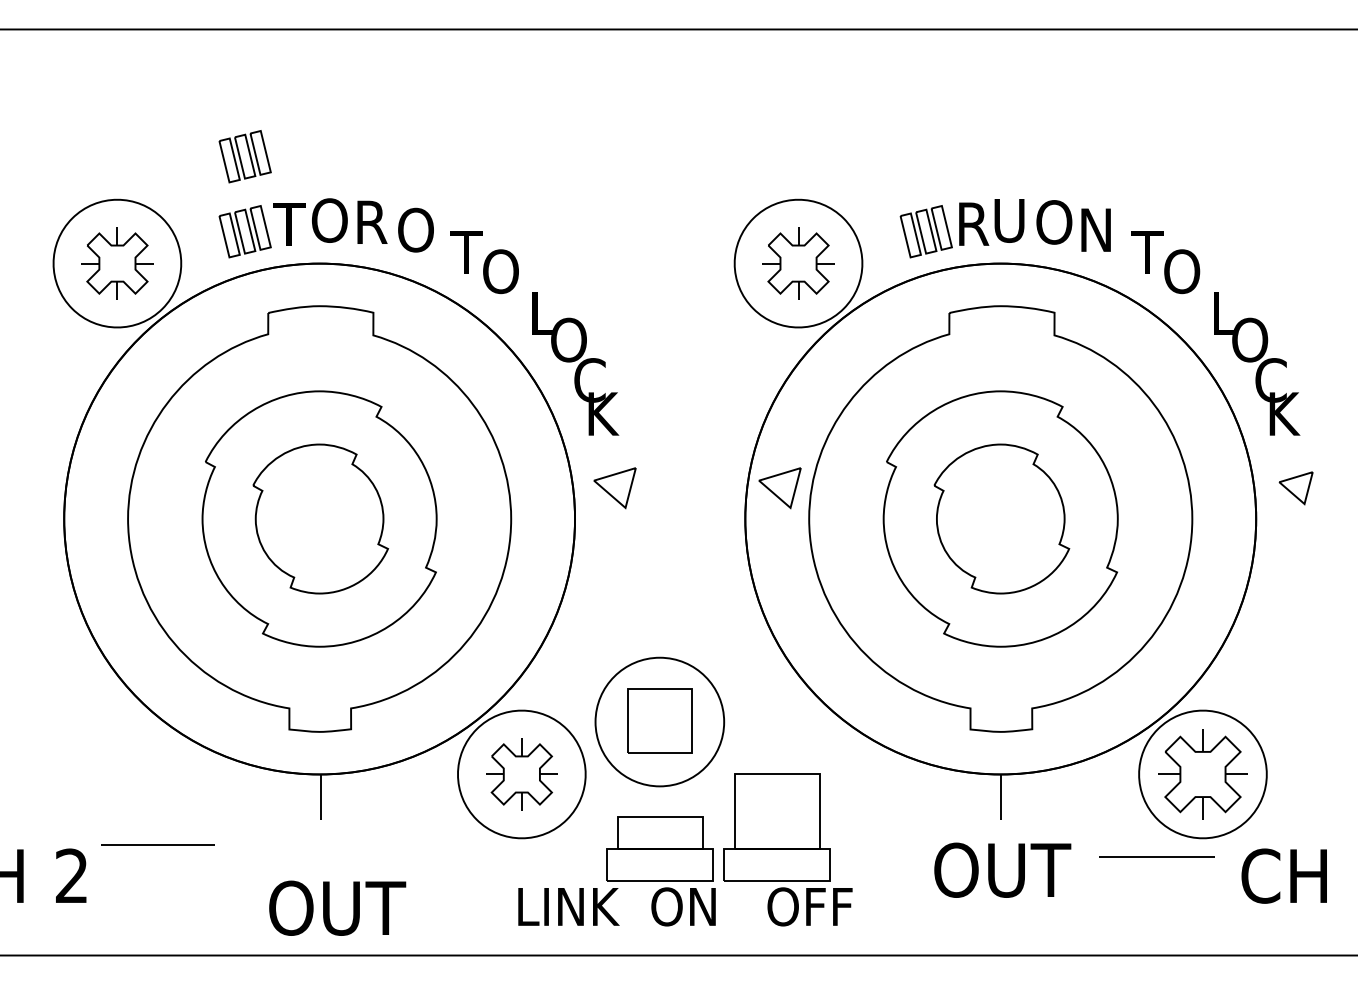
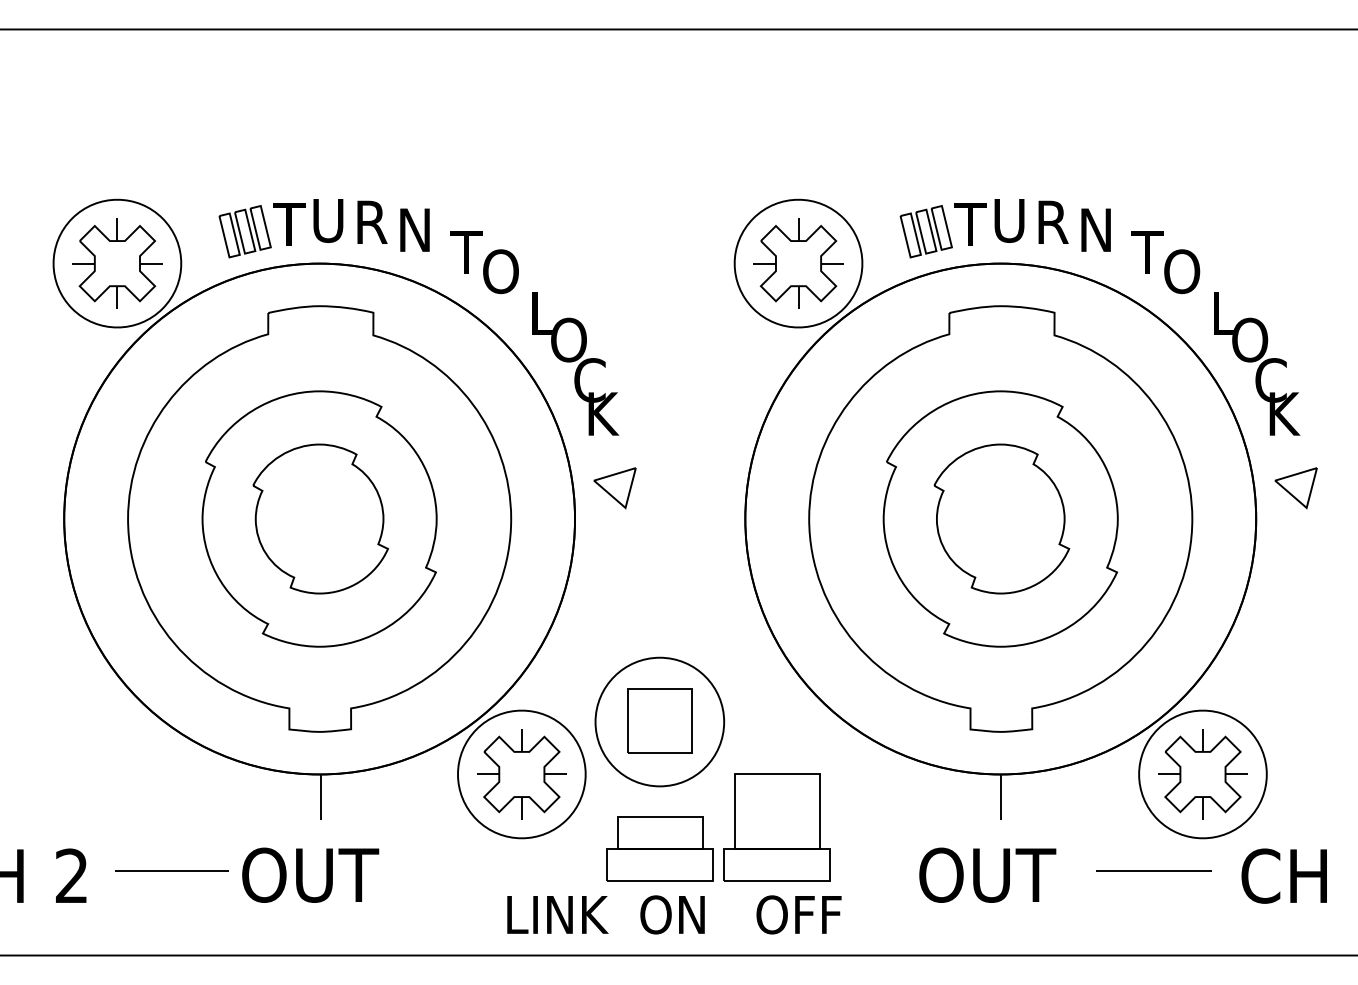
part at (244, 156): present -> none
text at (329, 220): O -> U
text at (1054, 222): O -> R
text at (971, 223): R -> T
text at (415, 229): O -> N
part at (117, 263) size: 73x73 px -> 91x91 px
part at (798, 263) size: 73x73 px -> 91x91 px
part at (779, 488): present -> none
part at (1295, 488) size: 36x35 px -> 44x43 px
part at (521, 774) size: 72x73 px -> 90x91 px
line at (157, 844) position: (157, 844) -> (171, 870)
line at (1156, 856) position: (1156, 856) -> (1153, 870)
text at (1002, 869) position: (1002, 869) -> (987, 874)
text at (685, 906) position: (685, 906) -> (674, 914)
text at (337, 907) position: (337, 907) -> (310, 874)
